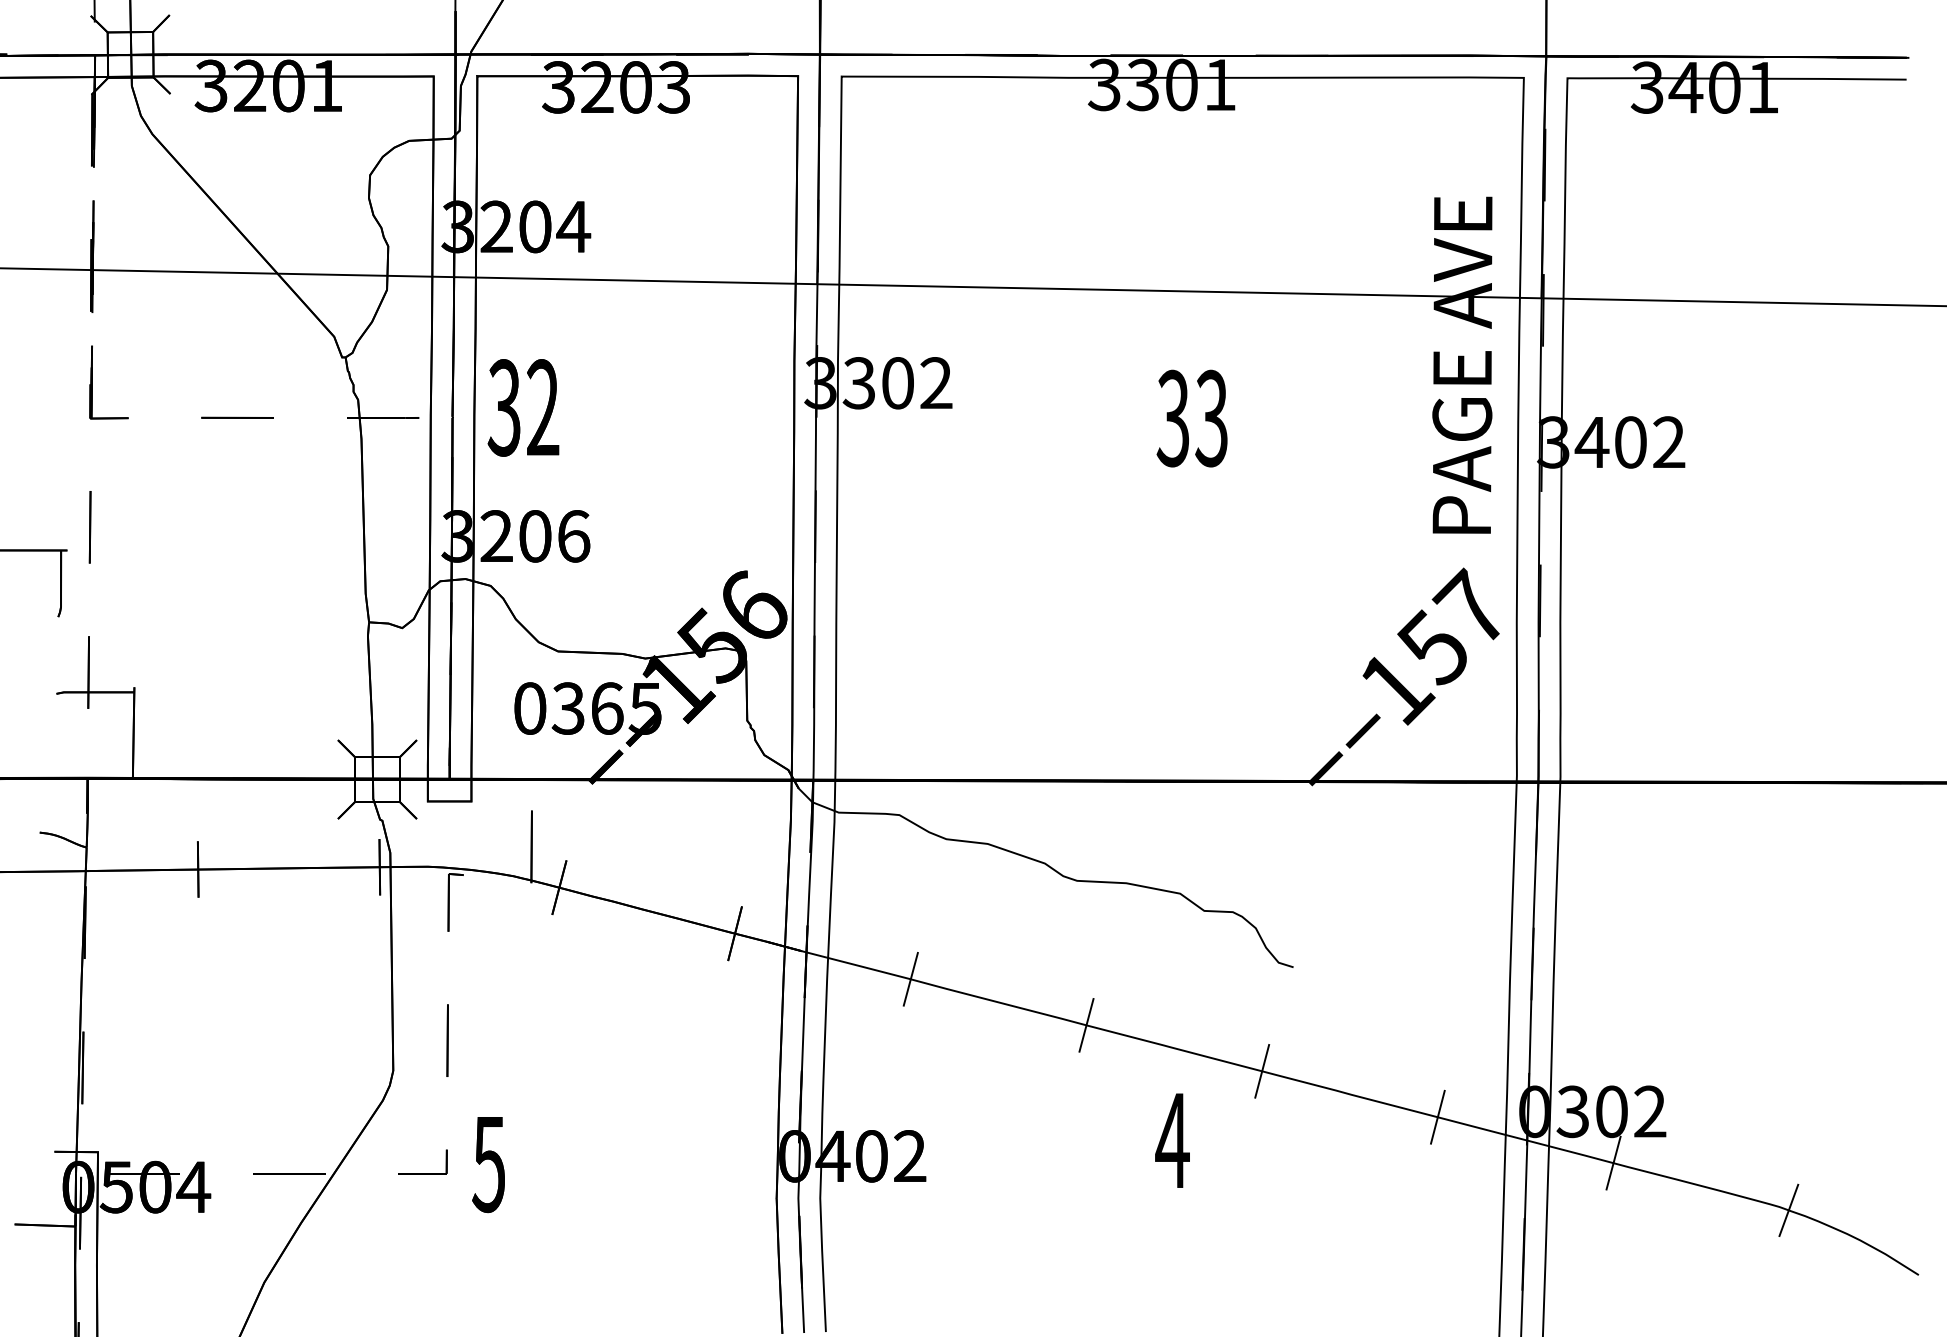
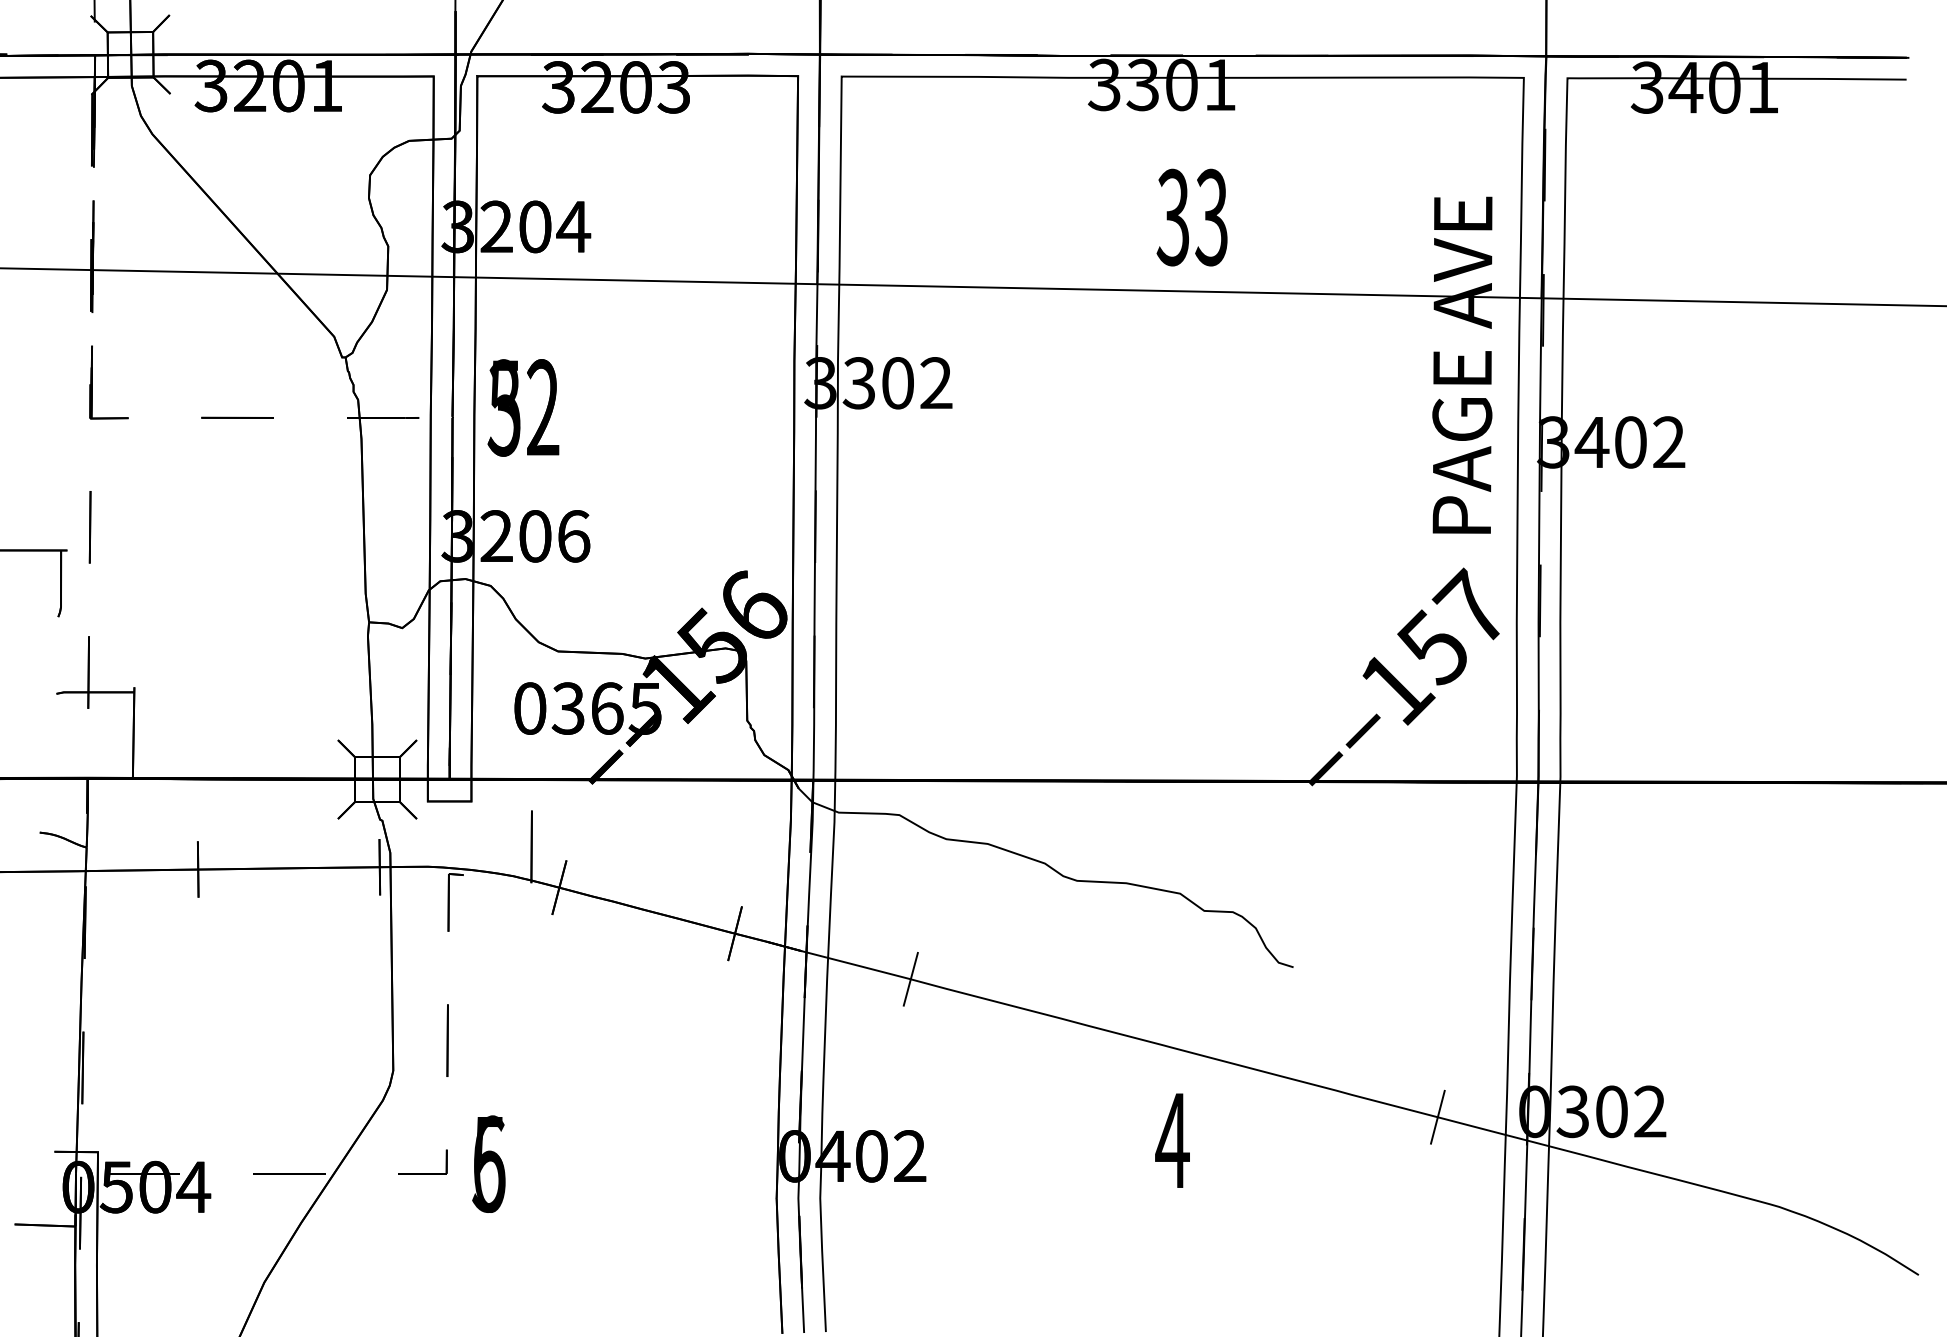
text at (503, 407): 32 -> 52
text at (1191, 418) position: (1191, 418) -> (1191, 217)
line at (1086, 1025): present -> none
line at (1262, 1071): present -> none
line at (1613, 1162): present -> none
text at (488, 1163): 5 -> 6
line at (1788, 1210): present -> none
